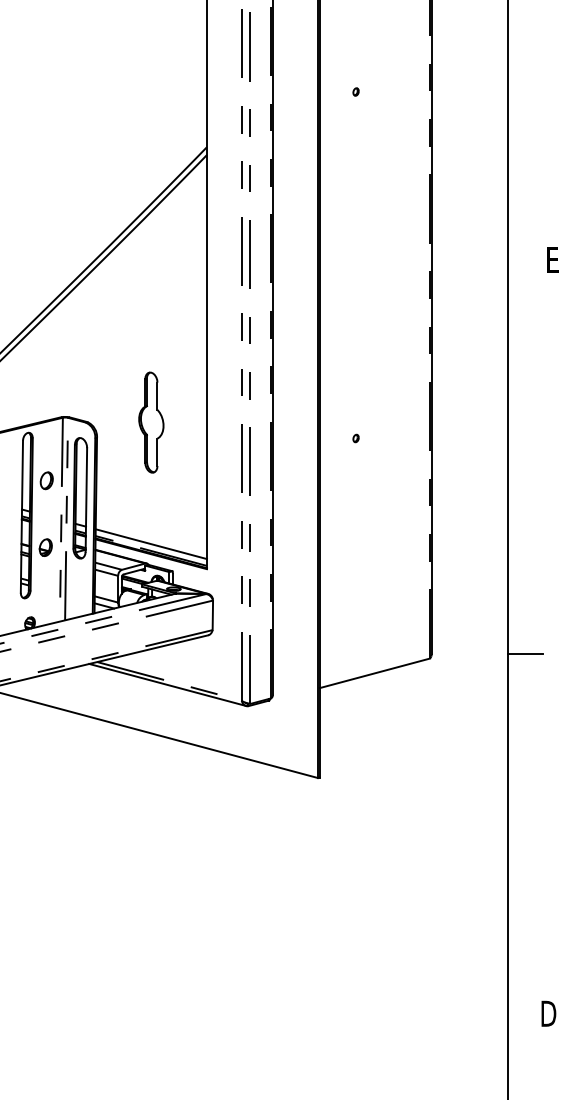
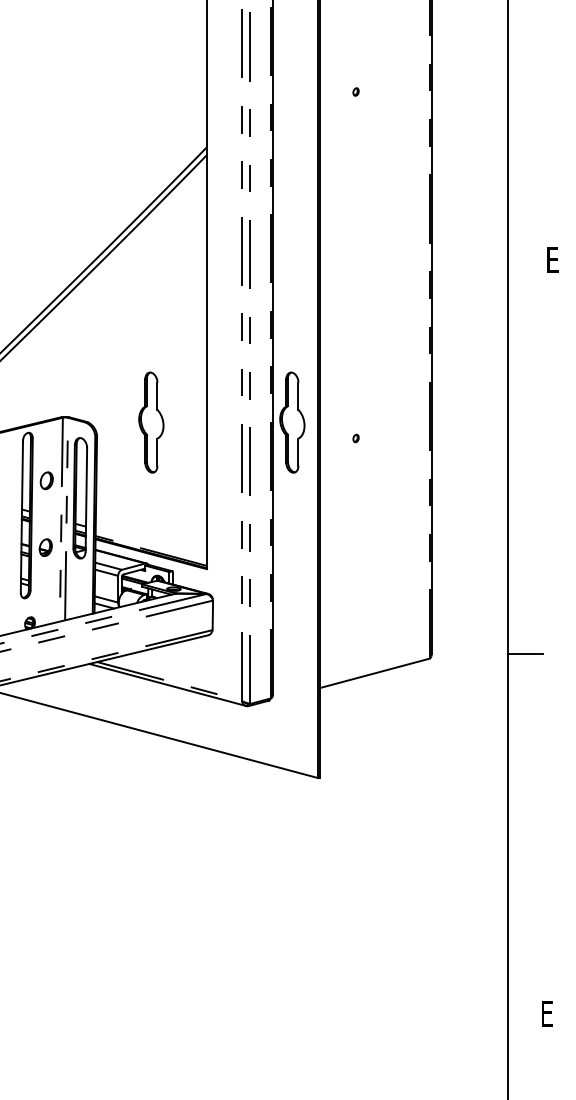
part at (292, 422): none -> present
line at (150, 544): present -> none
text at (548, 1013): D -> E
